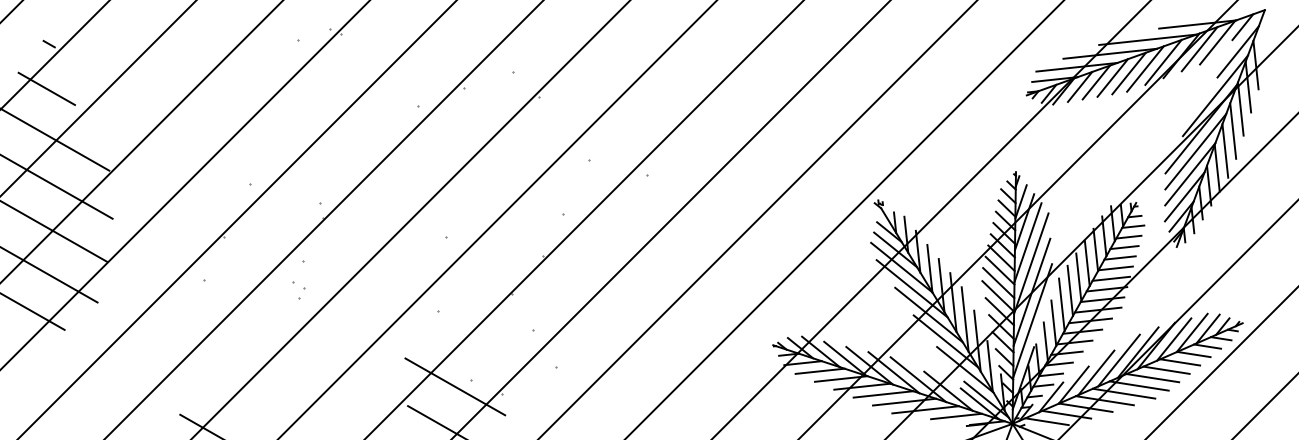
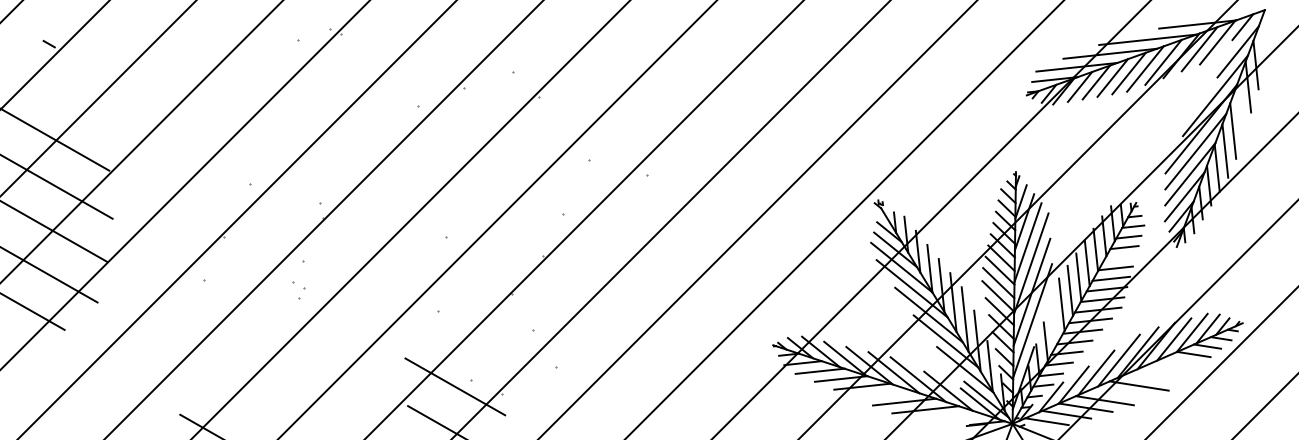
line at (46, 88): present -> none
line at (1240, 108): present -> none
line at (1119, 257): present -> none
line at (1053, 322): present -> none
line at (1180, 362): present -> none
line at (1166, 369): present -> none
line at (1152, 378): present -> none
line at (1123, 393): present -> none
line at (883, 394): present -> none
line at (956, 416): present -> none
